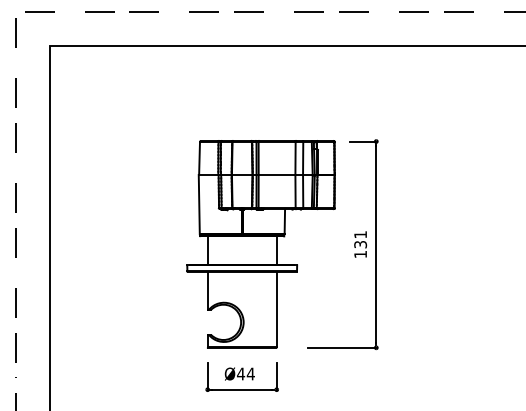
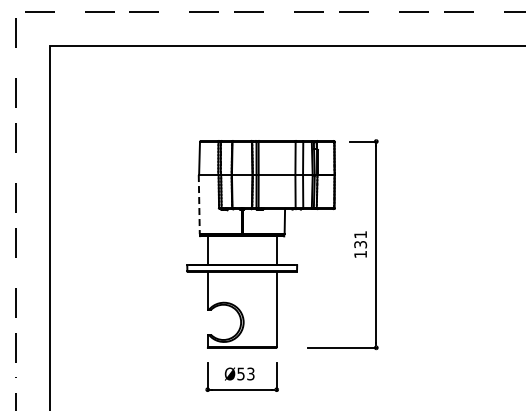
line at (199, 204): solid -> dashed
text at (245, 373): Ø44 -> Ø53
